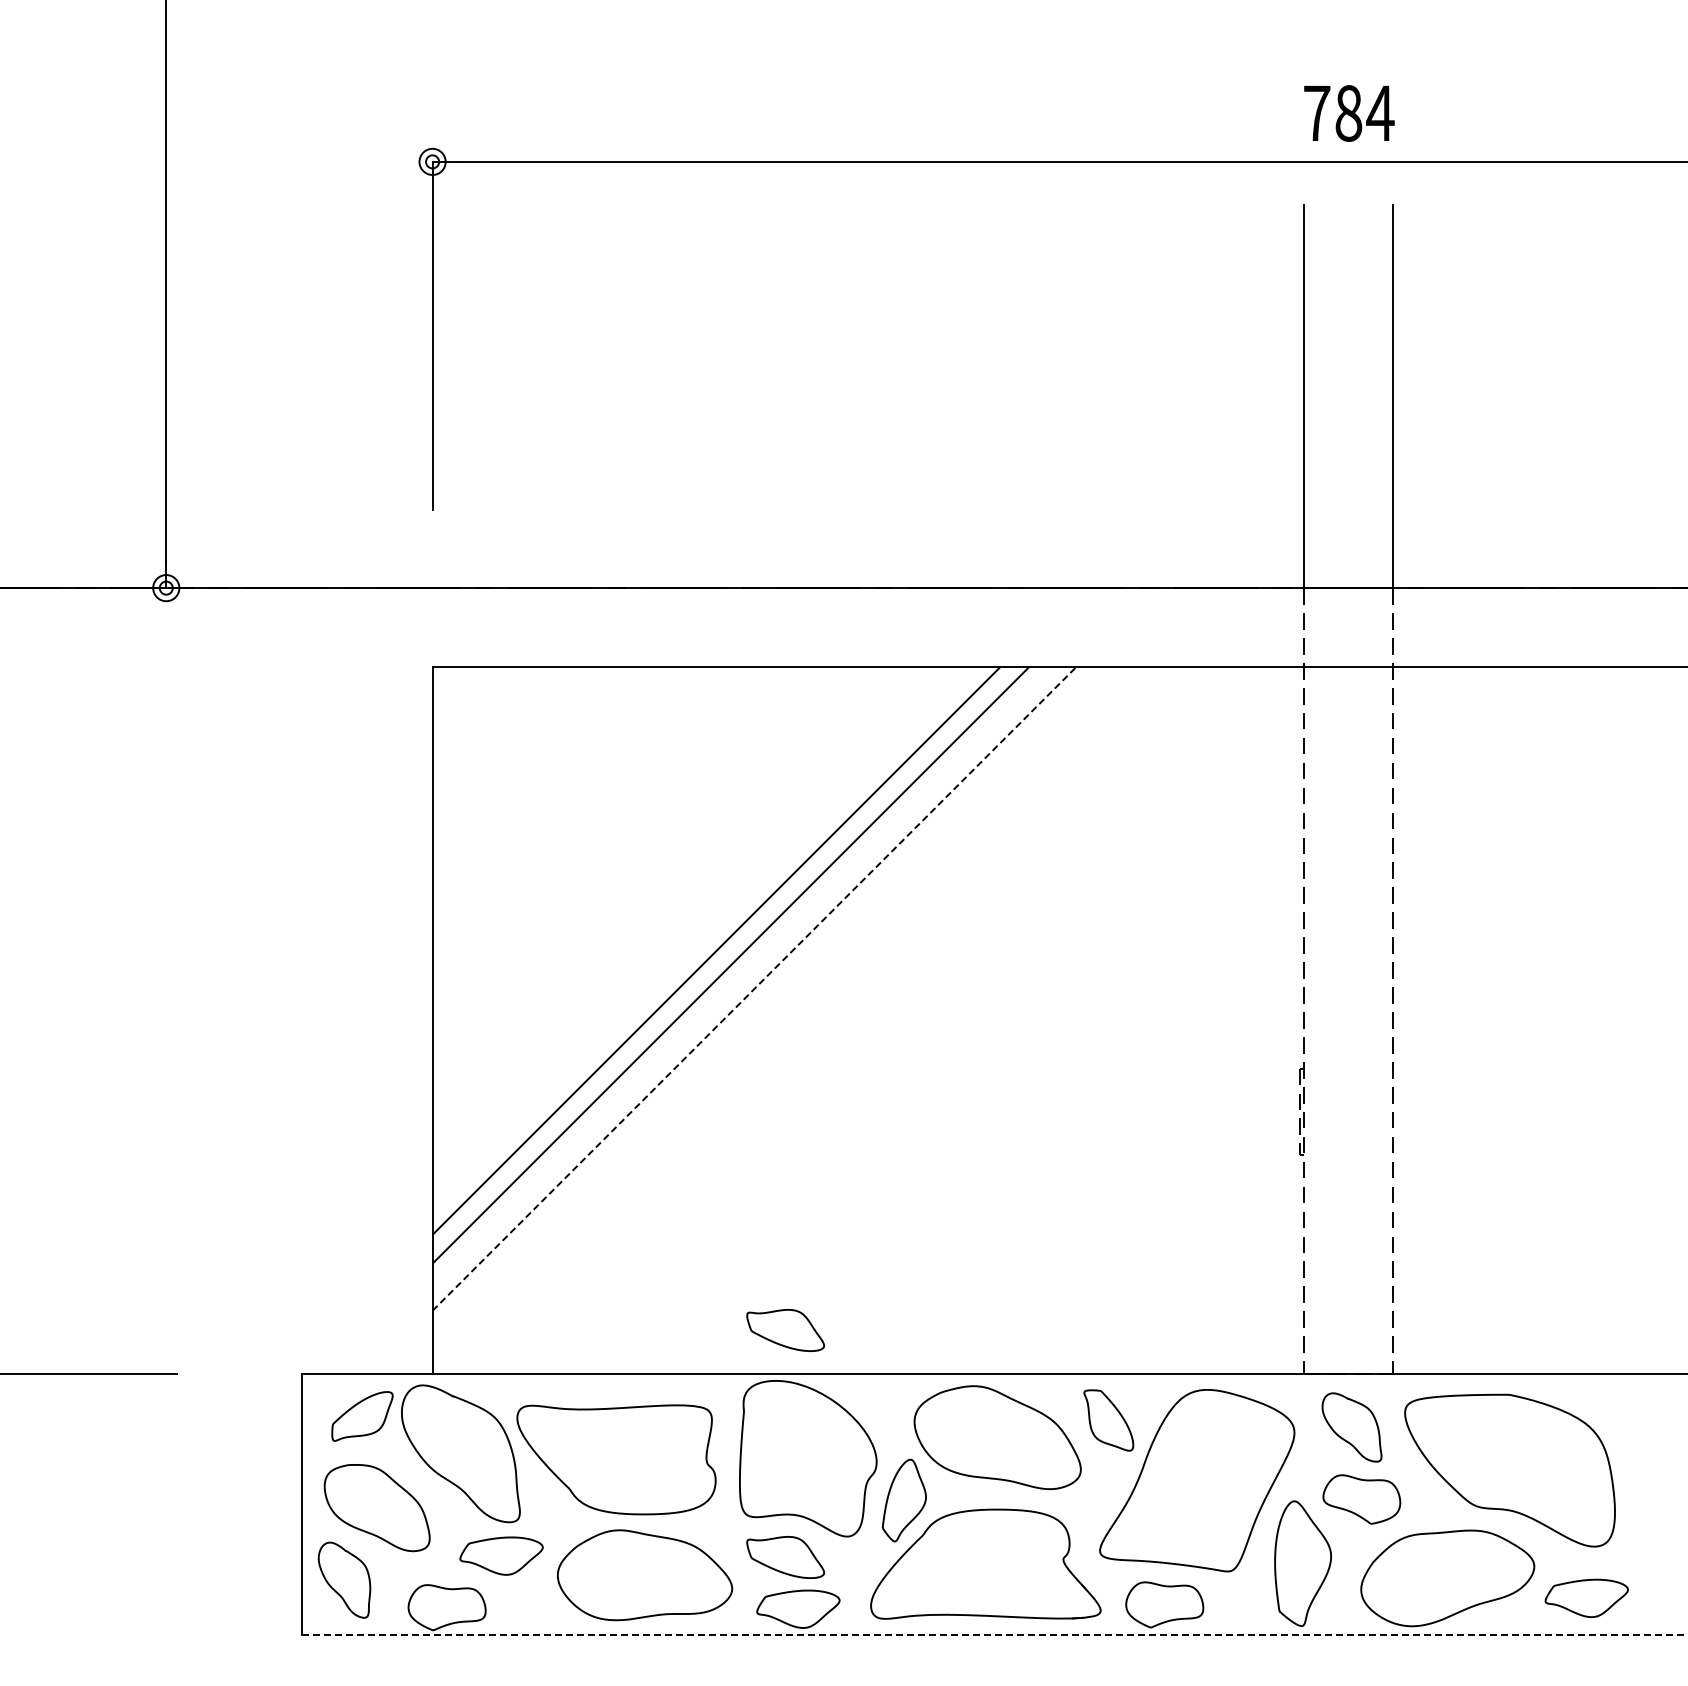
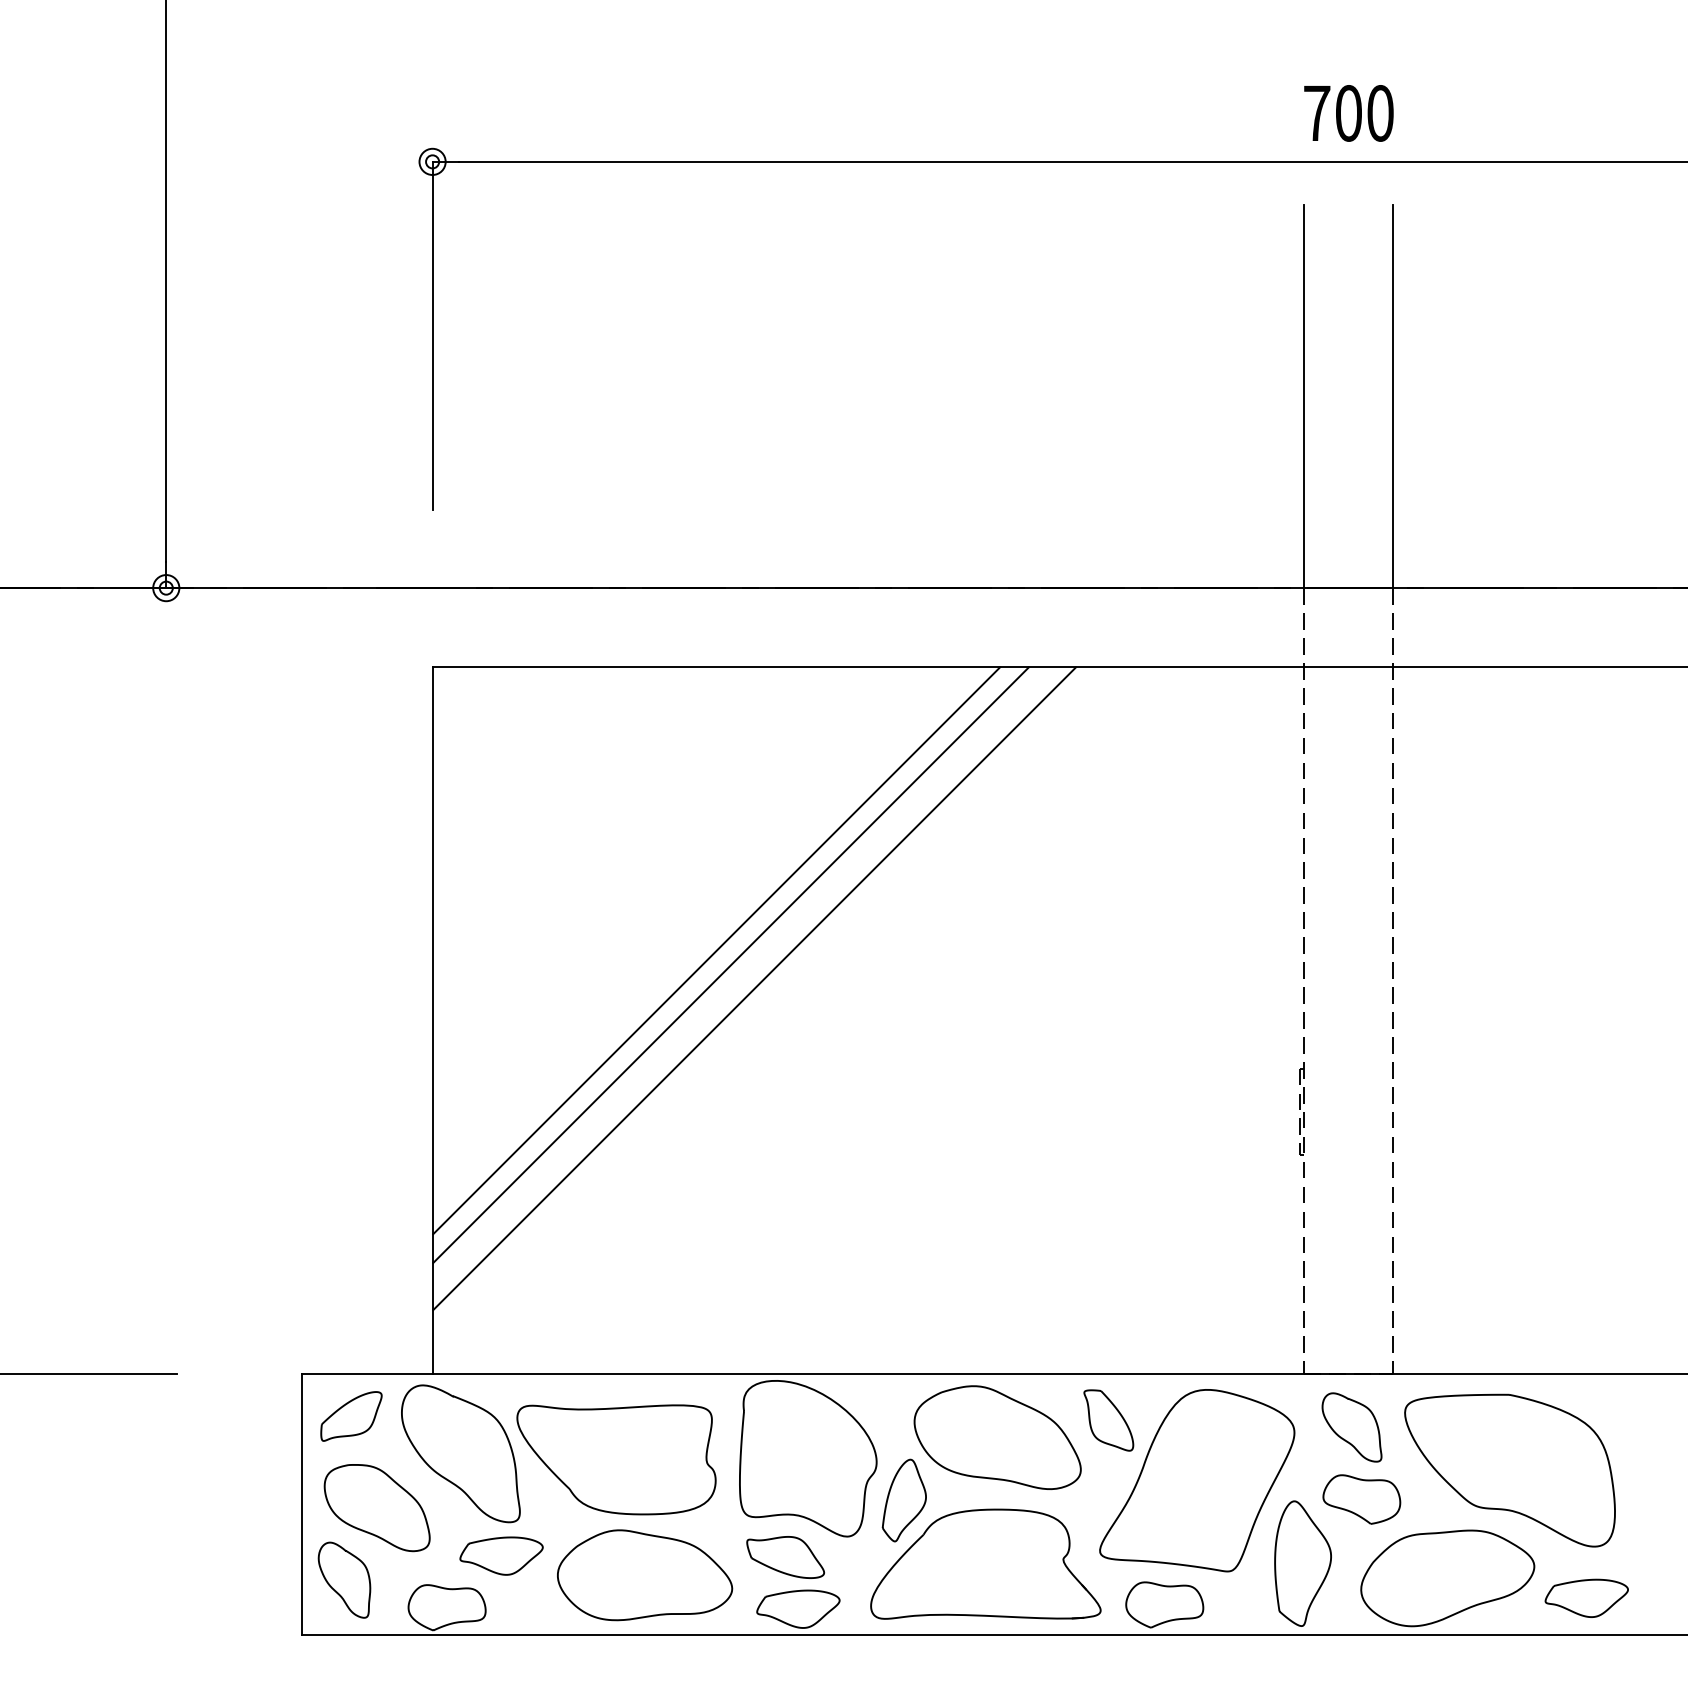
text at (1364, 113): 784 -> 700
line at (755, 988): dashed -> solid
part at (785, 1330): present -> none
part at (362, 1416) position: (362, 1416) -> (351, 1416)
line at (994, 1635): dashed -> solid
